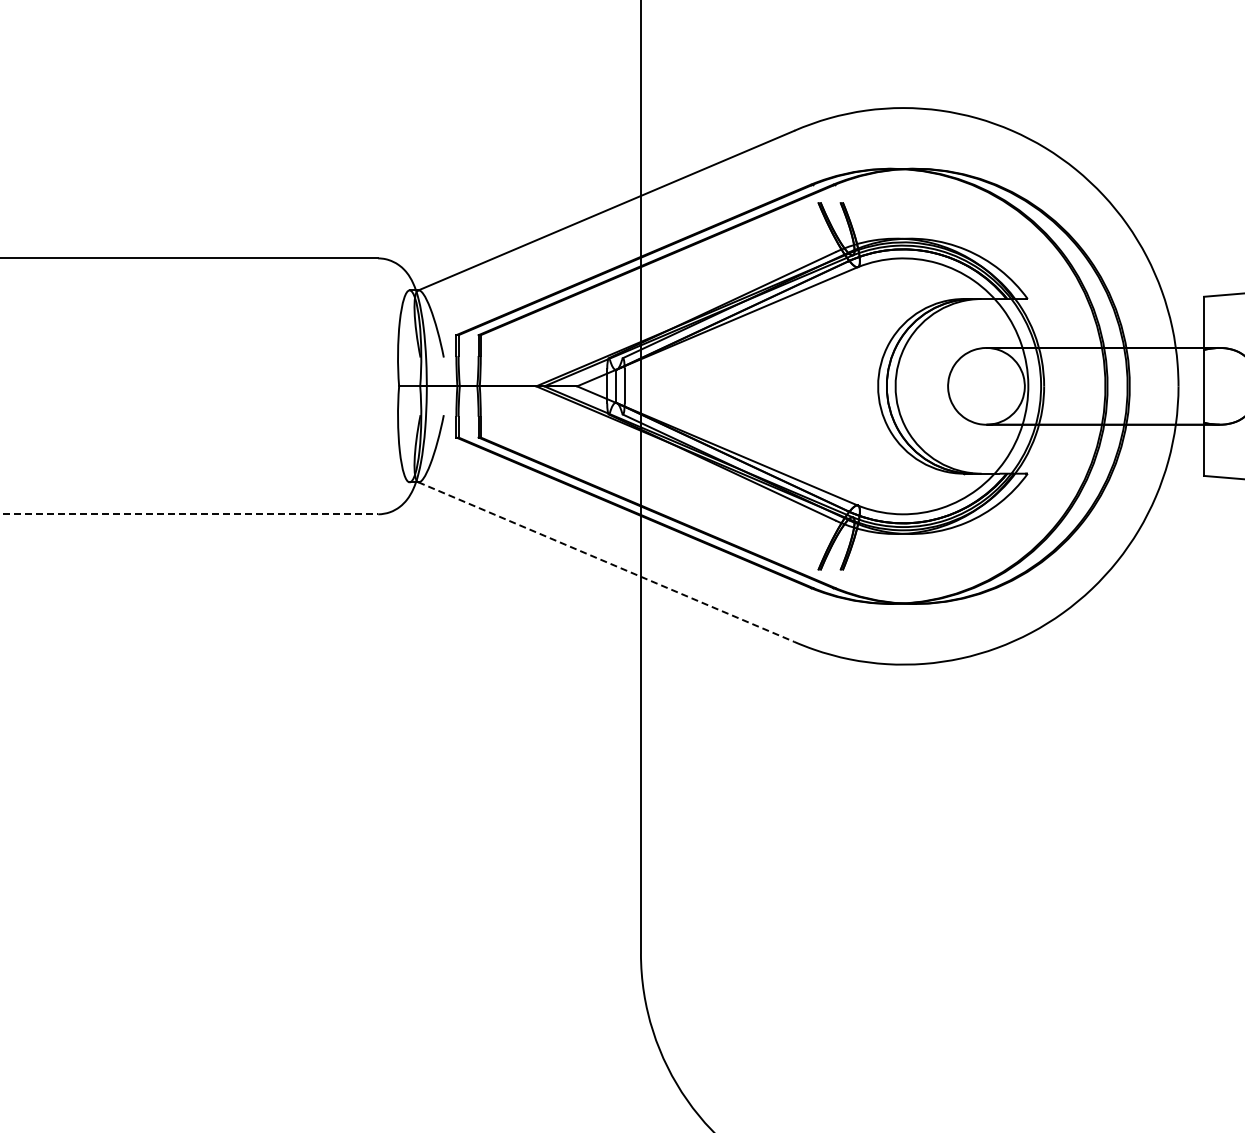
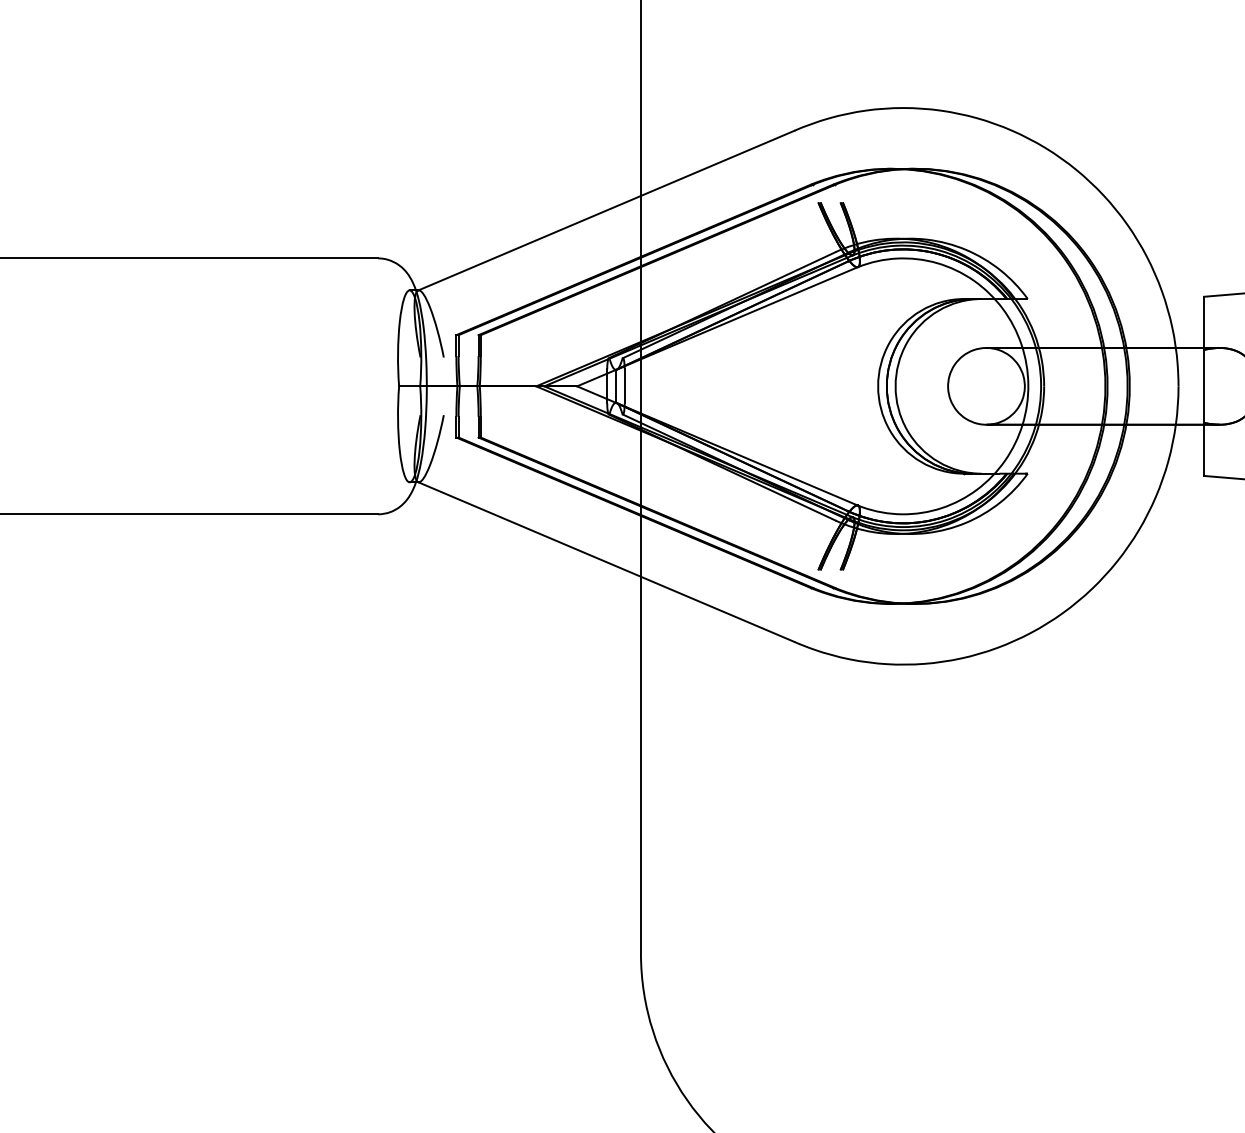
line at (189, 514): dashed -> solid
line at (606, 562): dashed -> solid
